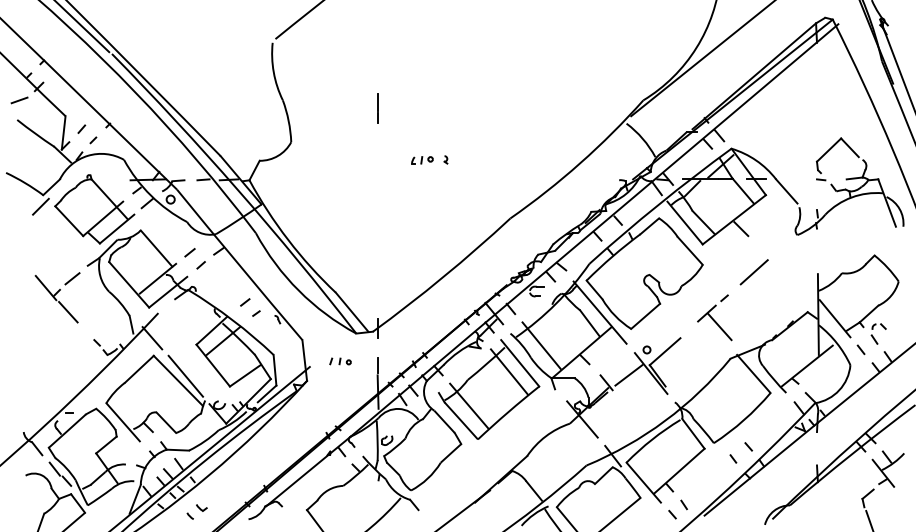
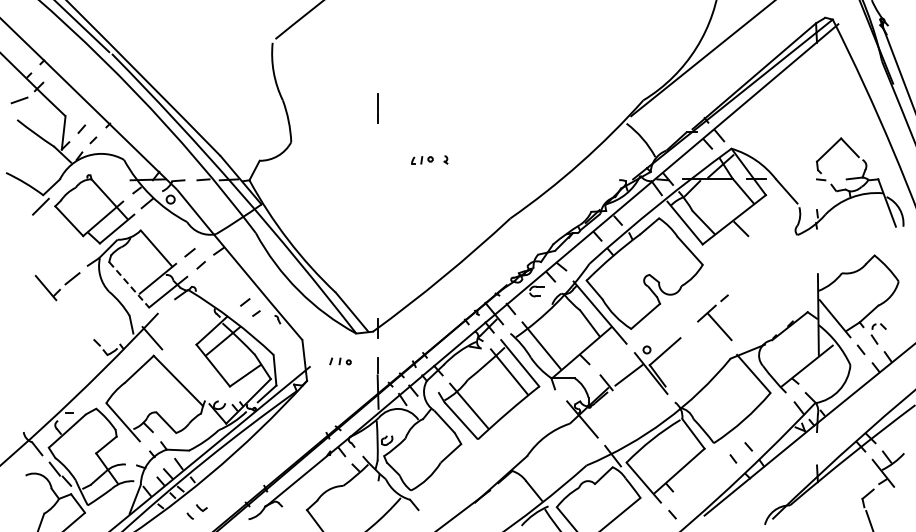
line at (753, 272): present -> none
line at (129, 285): solid -> dashed
line at (68, 311): present -> none
line at (185, 375): present -> none
line at (683, 504): present -> none
